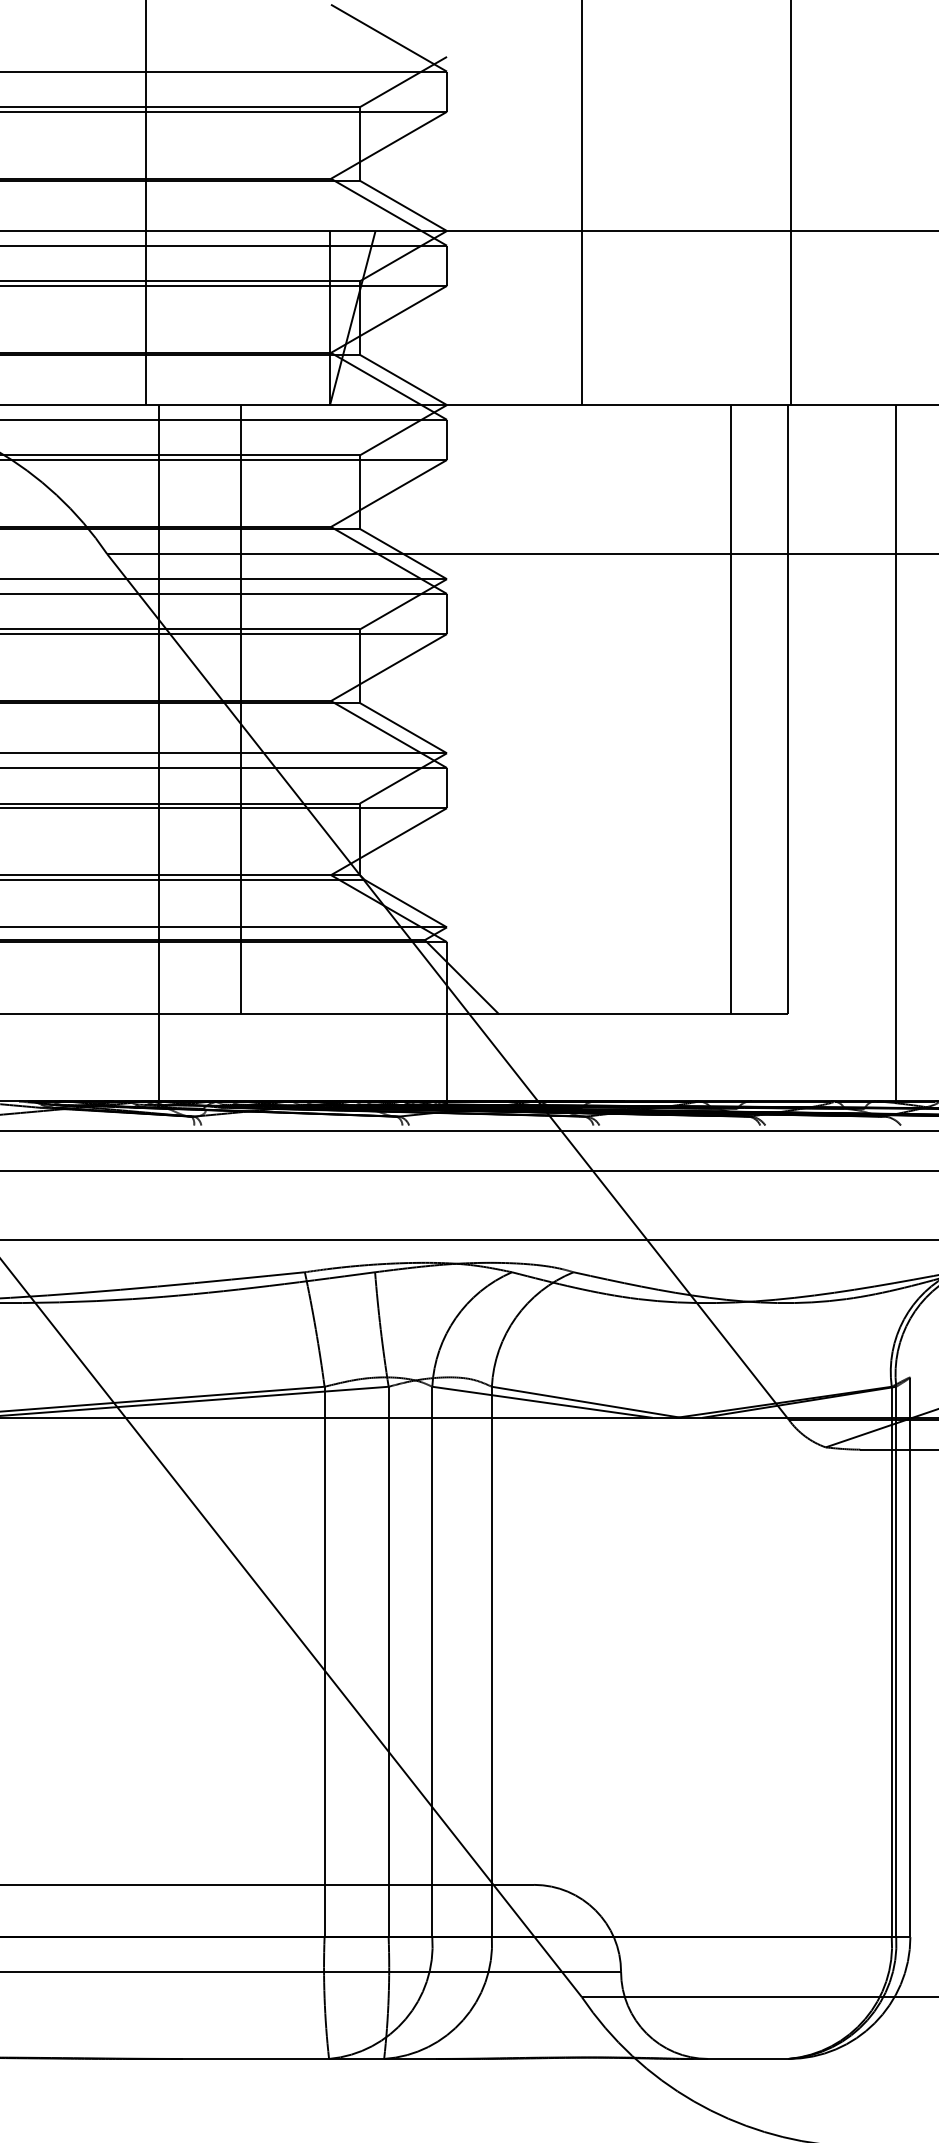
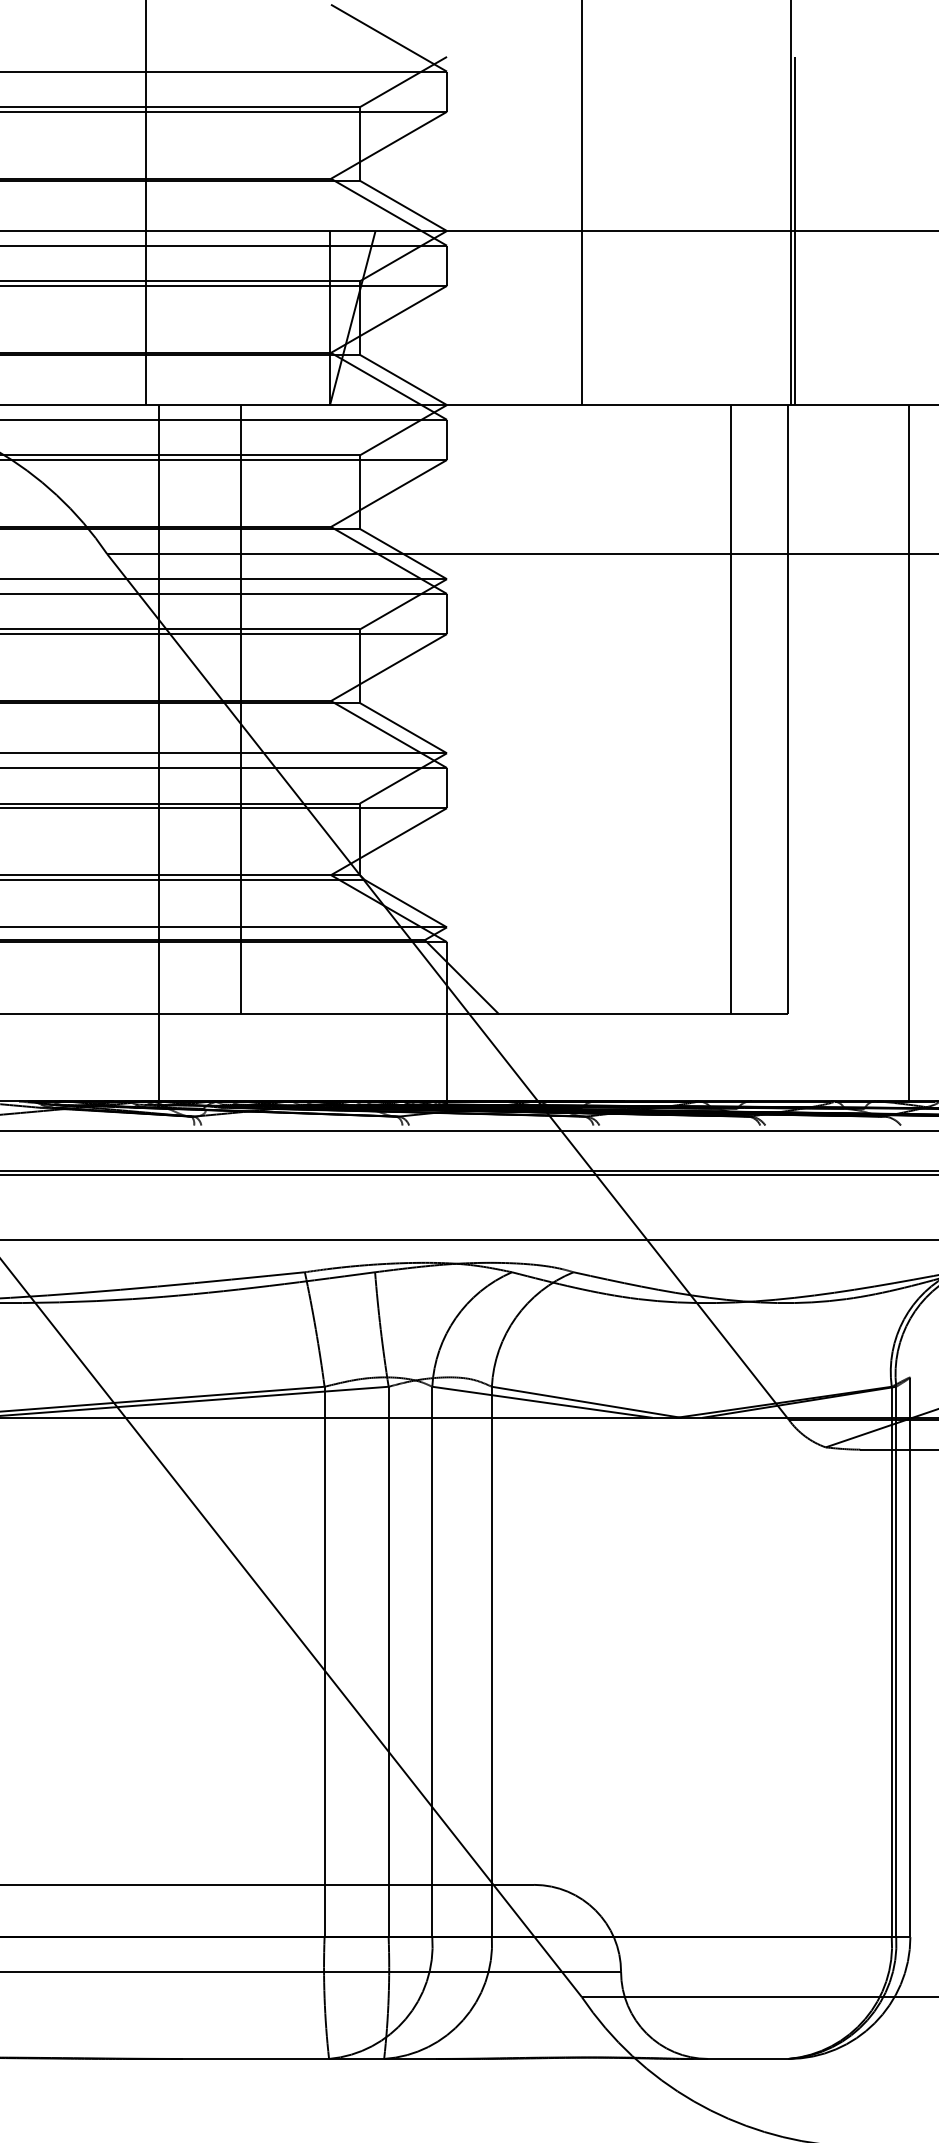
line at (795, 230): none -> present
line at (895, 753) position: (895, 753) -> (908, 753)
line at (468, 1174): none -> present
